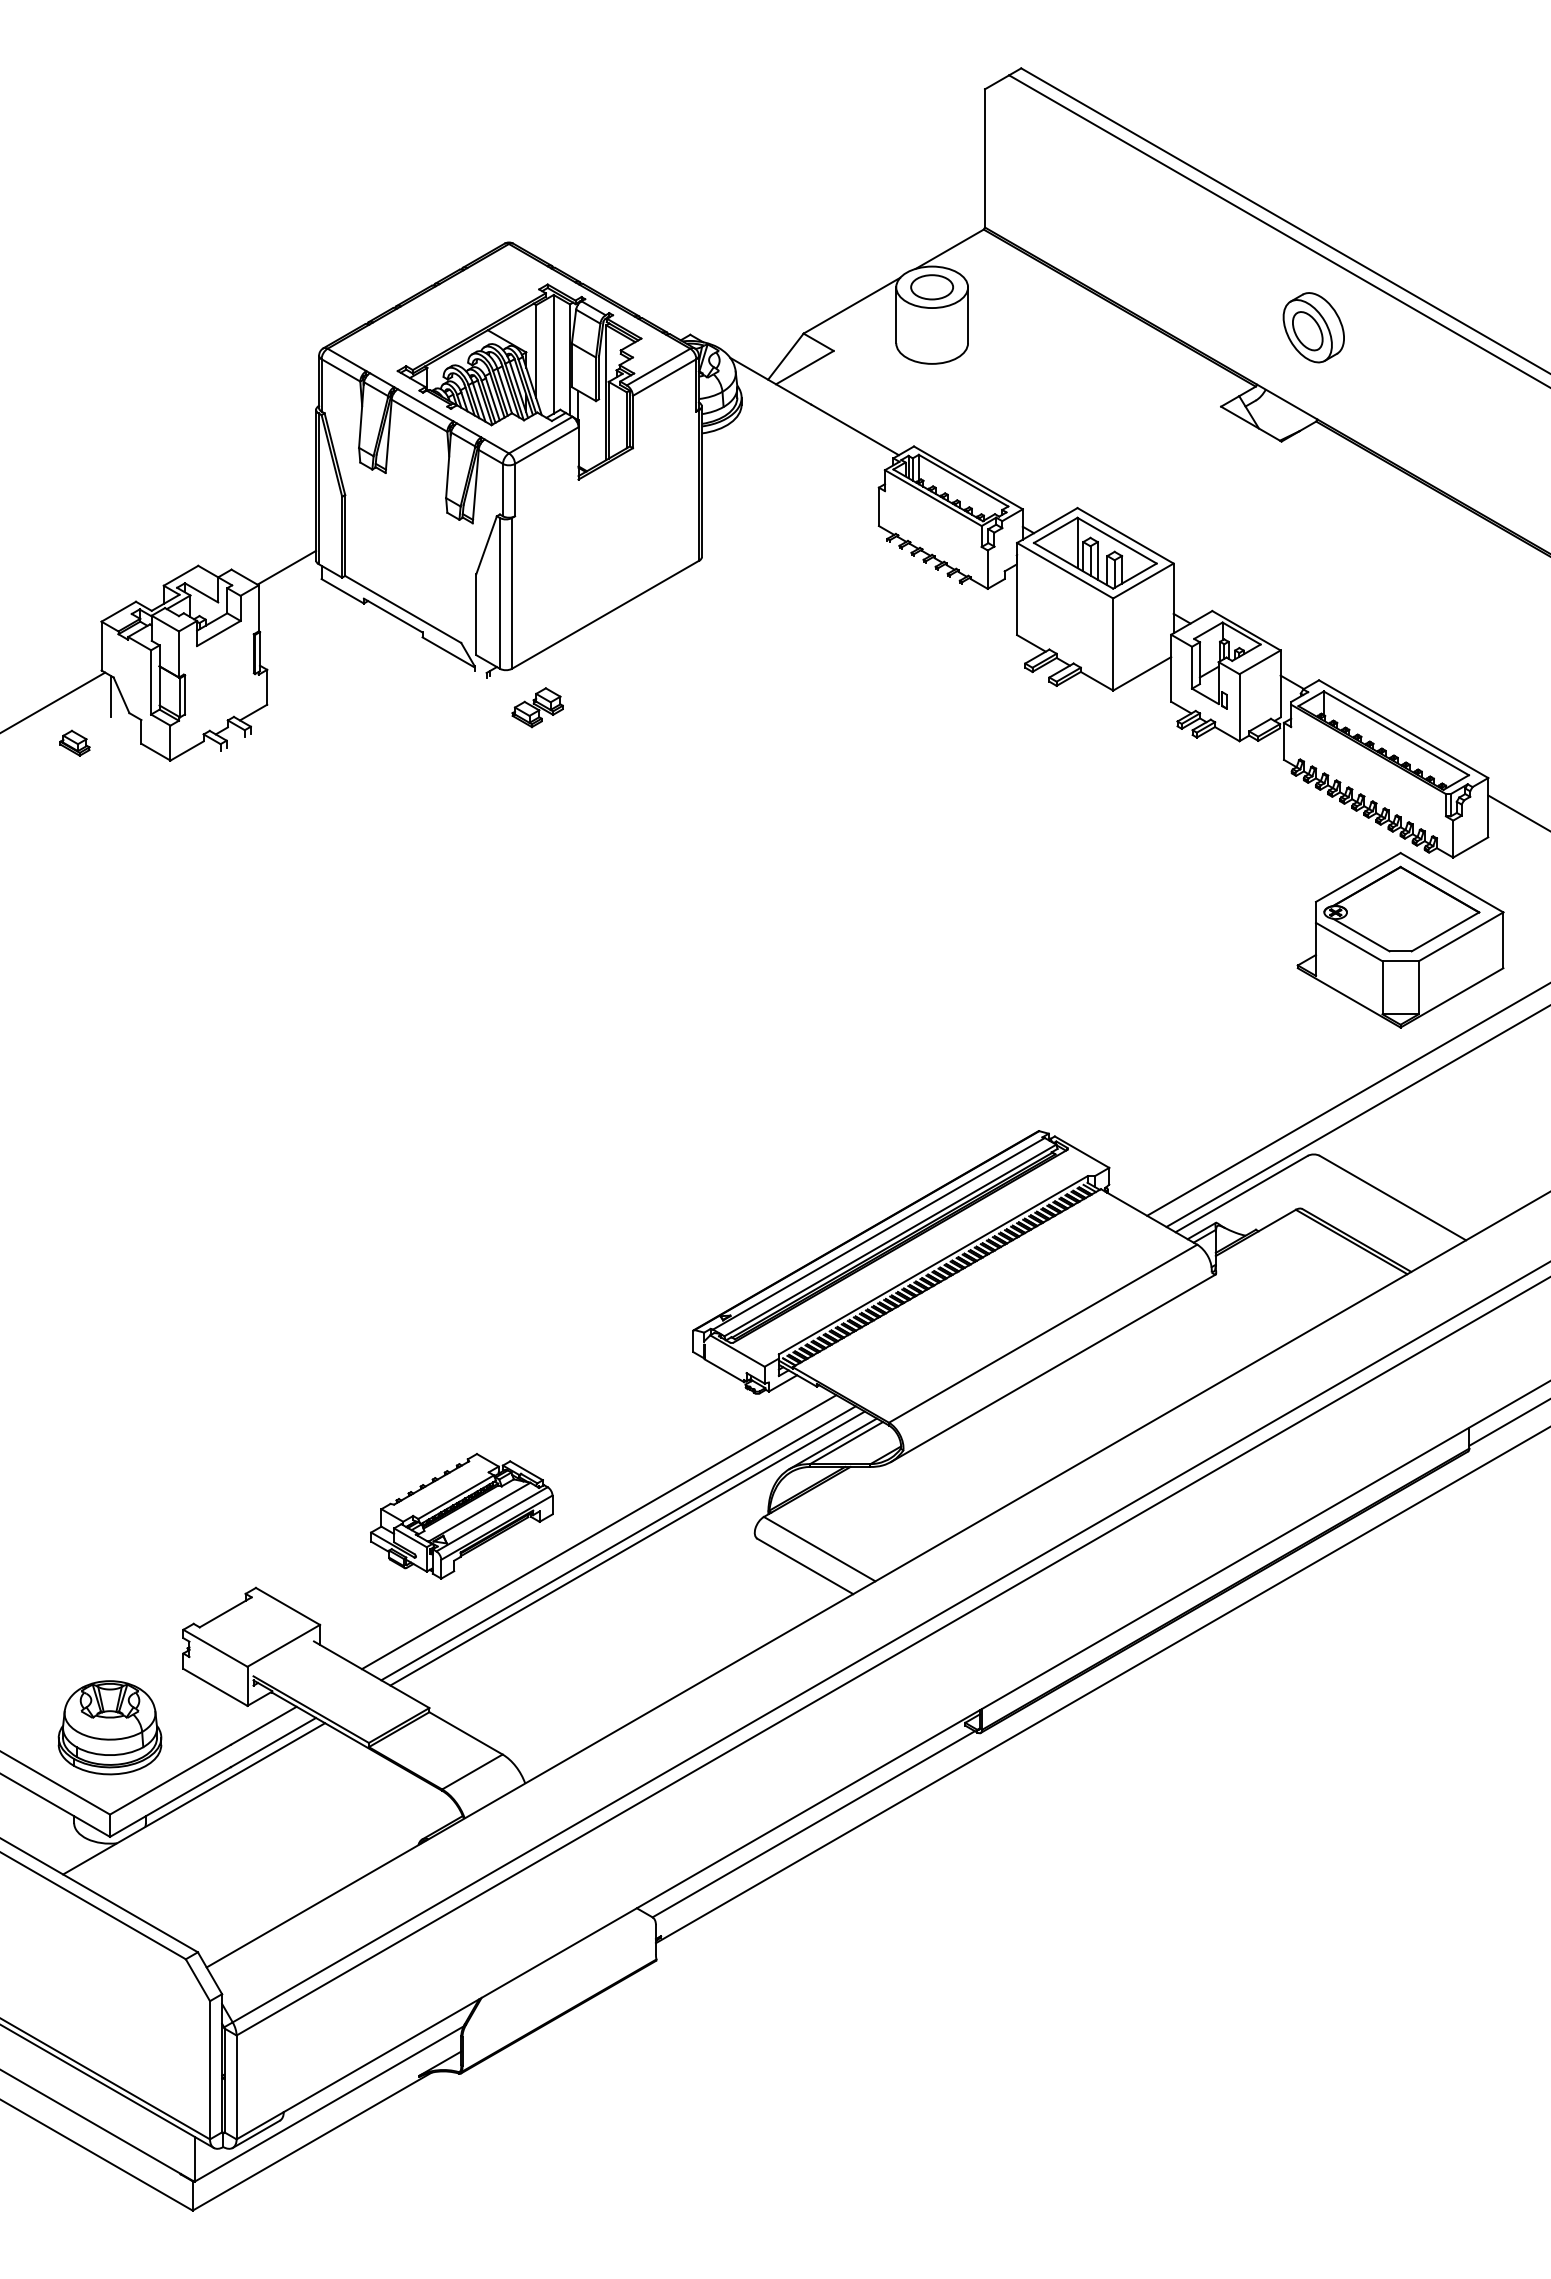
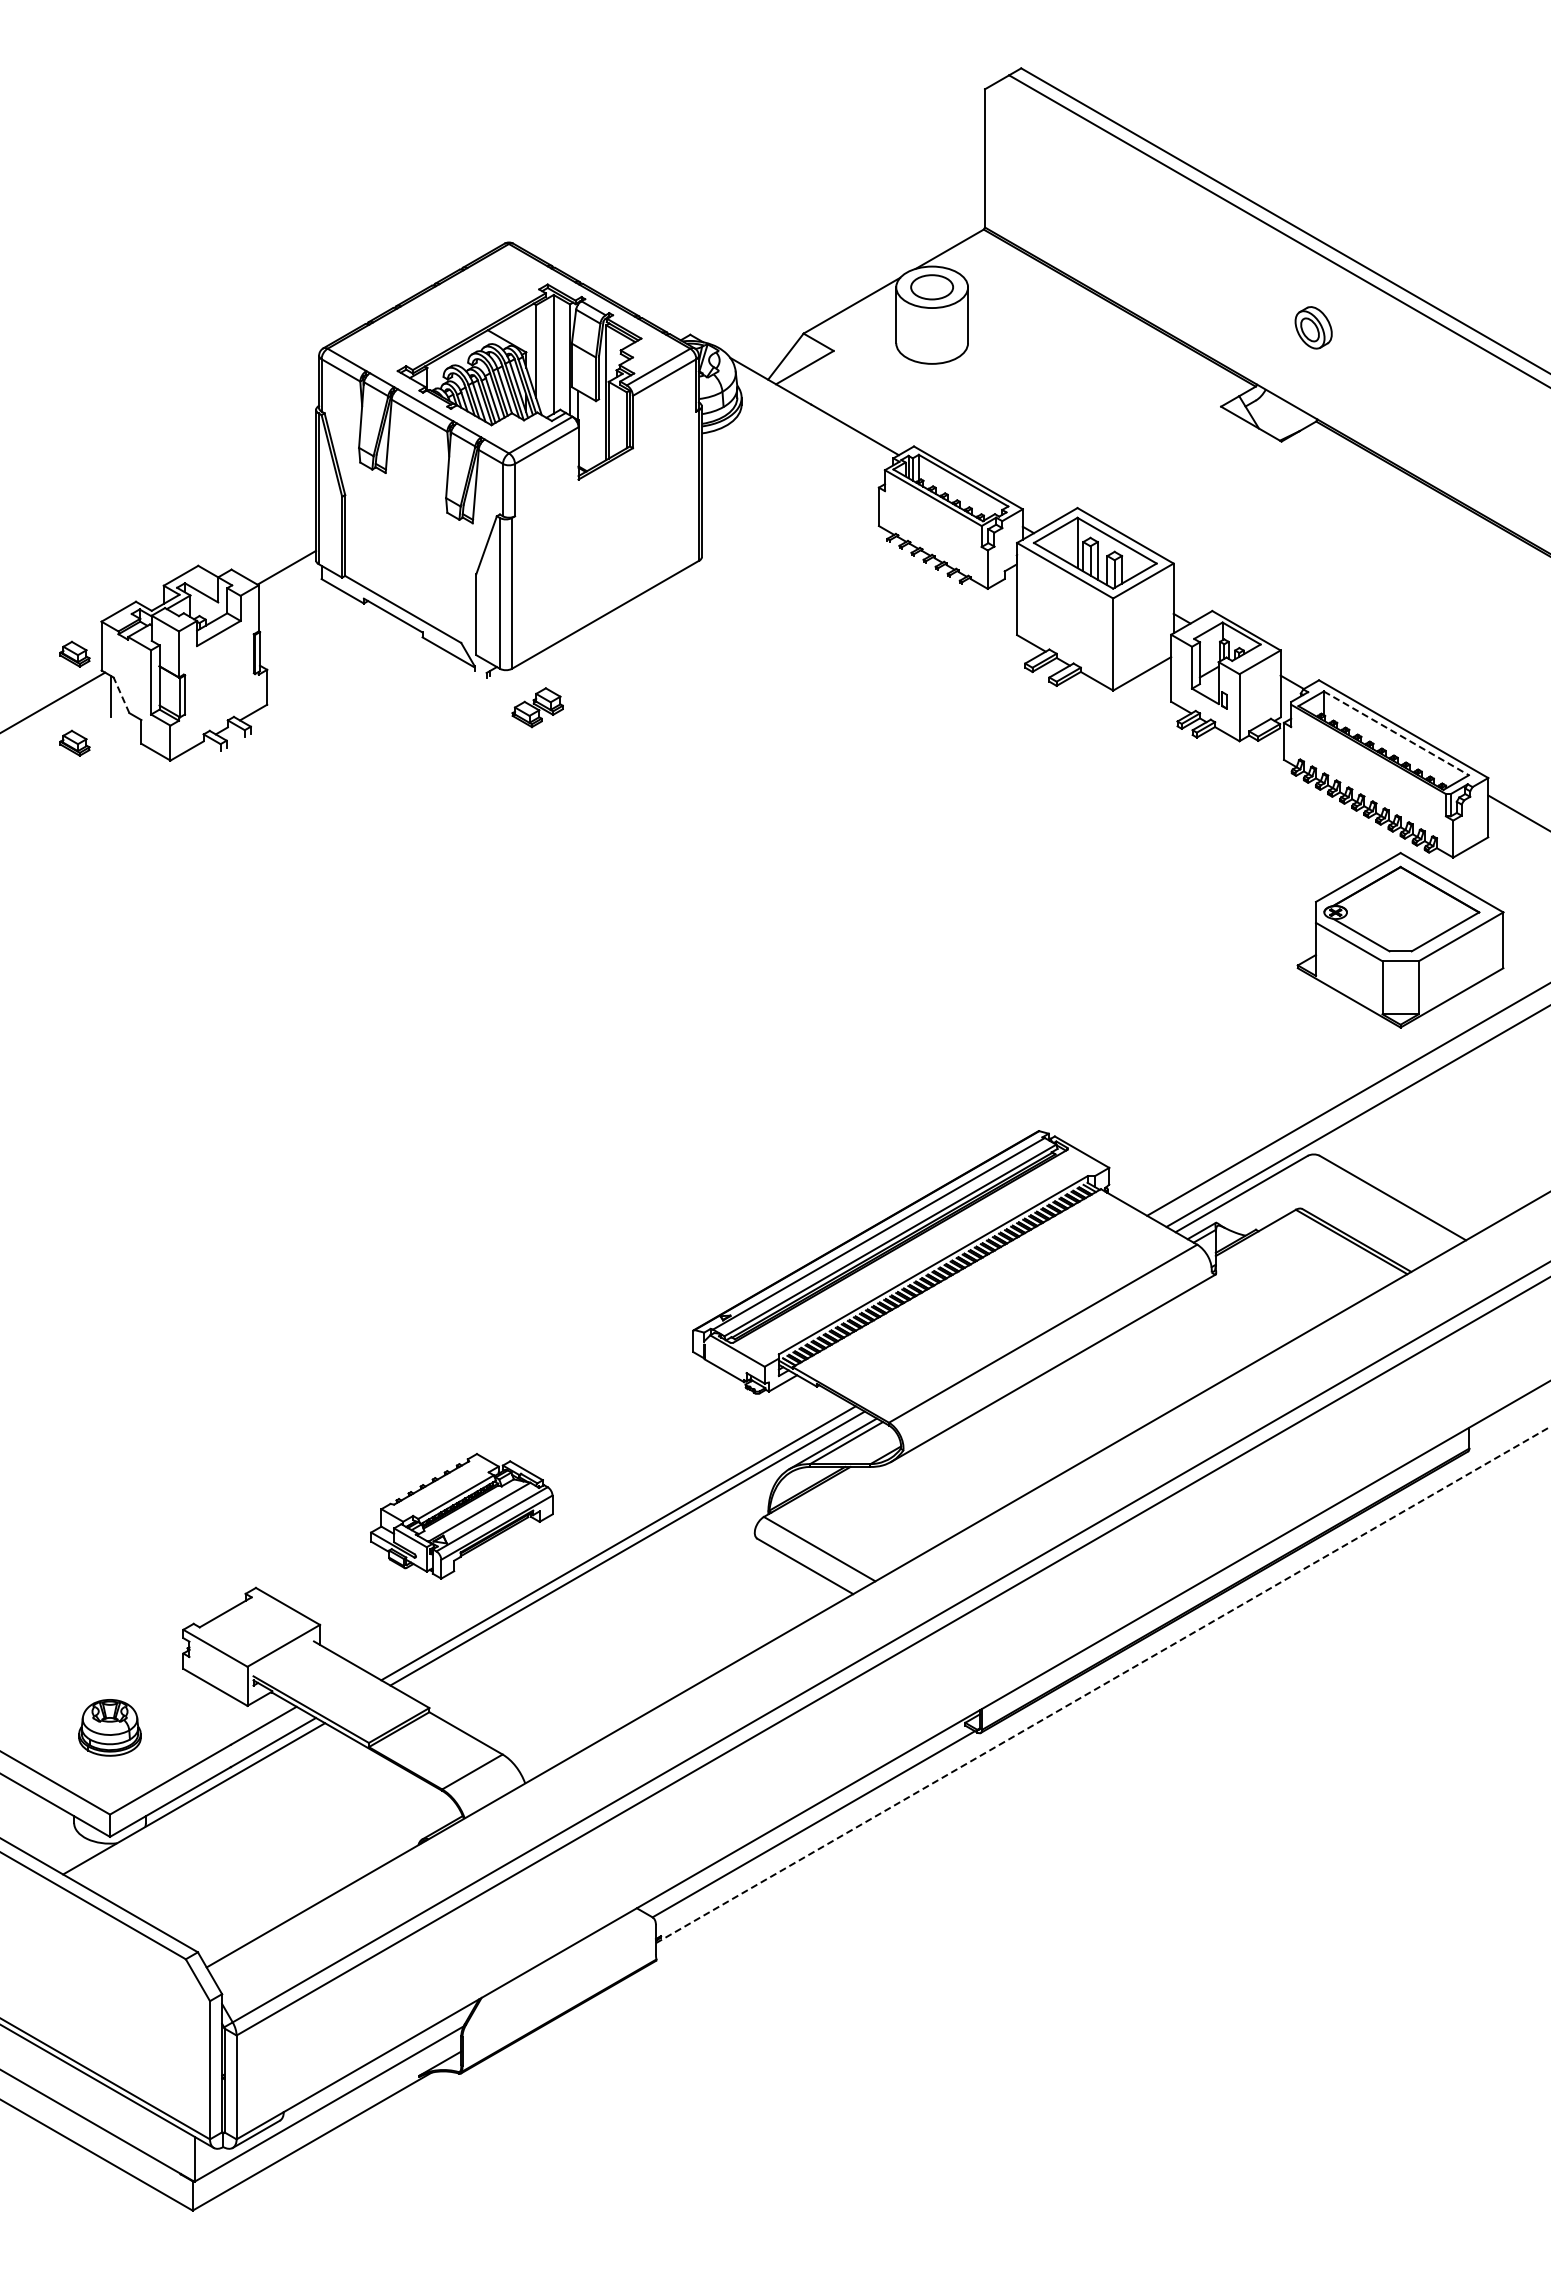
part at (1313, 327) size: 63x72 px -> 39x44 px
part at (74, 653): none -> present
line at (121, 694): solid -> dashed
line at (1396, 733): solid -> dashed
line at (1508, 1422): present -> none
line at (598, 1532): present -> none
line at (1103, 1684): solid -> dashed
part at (109, 1727) size: 106x96 px -> 64x58 px
